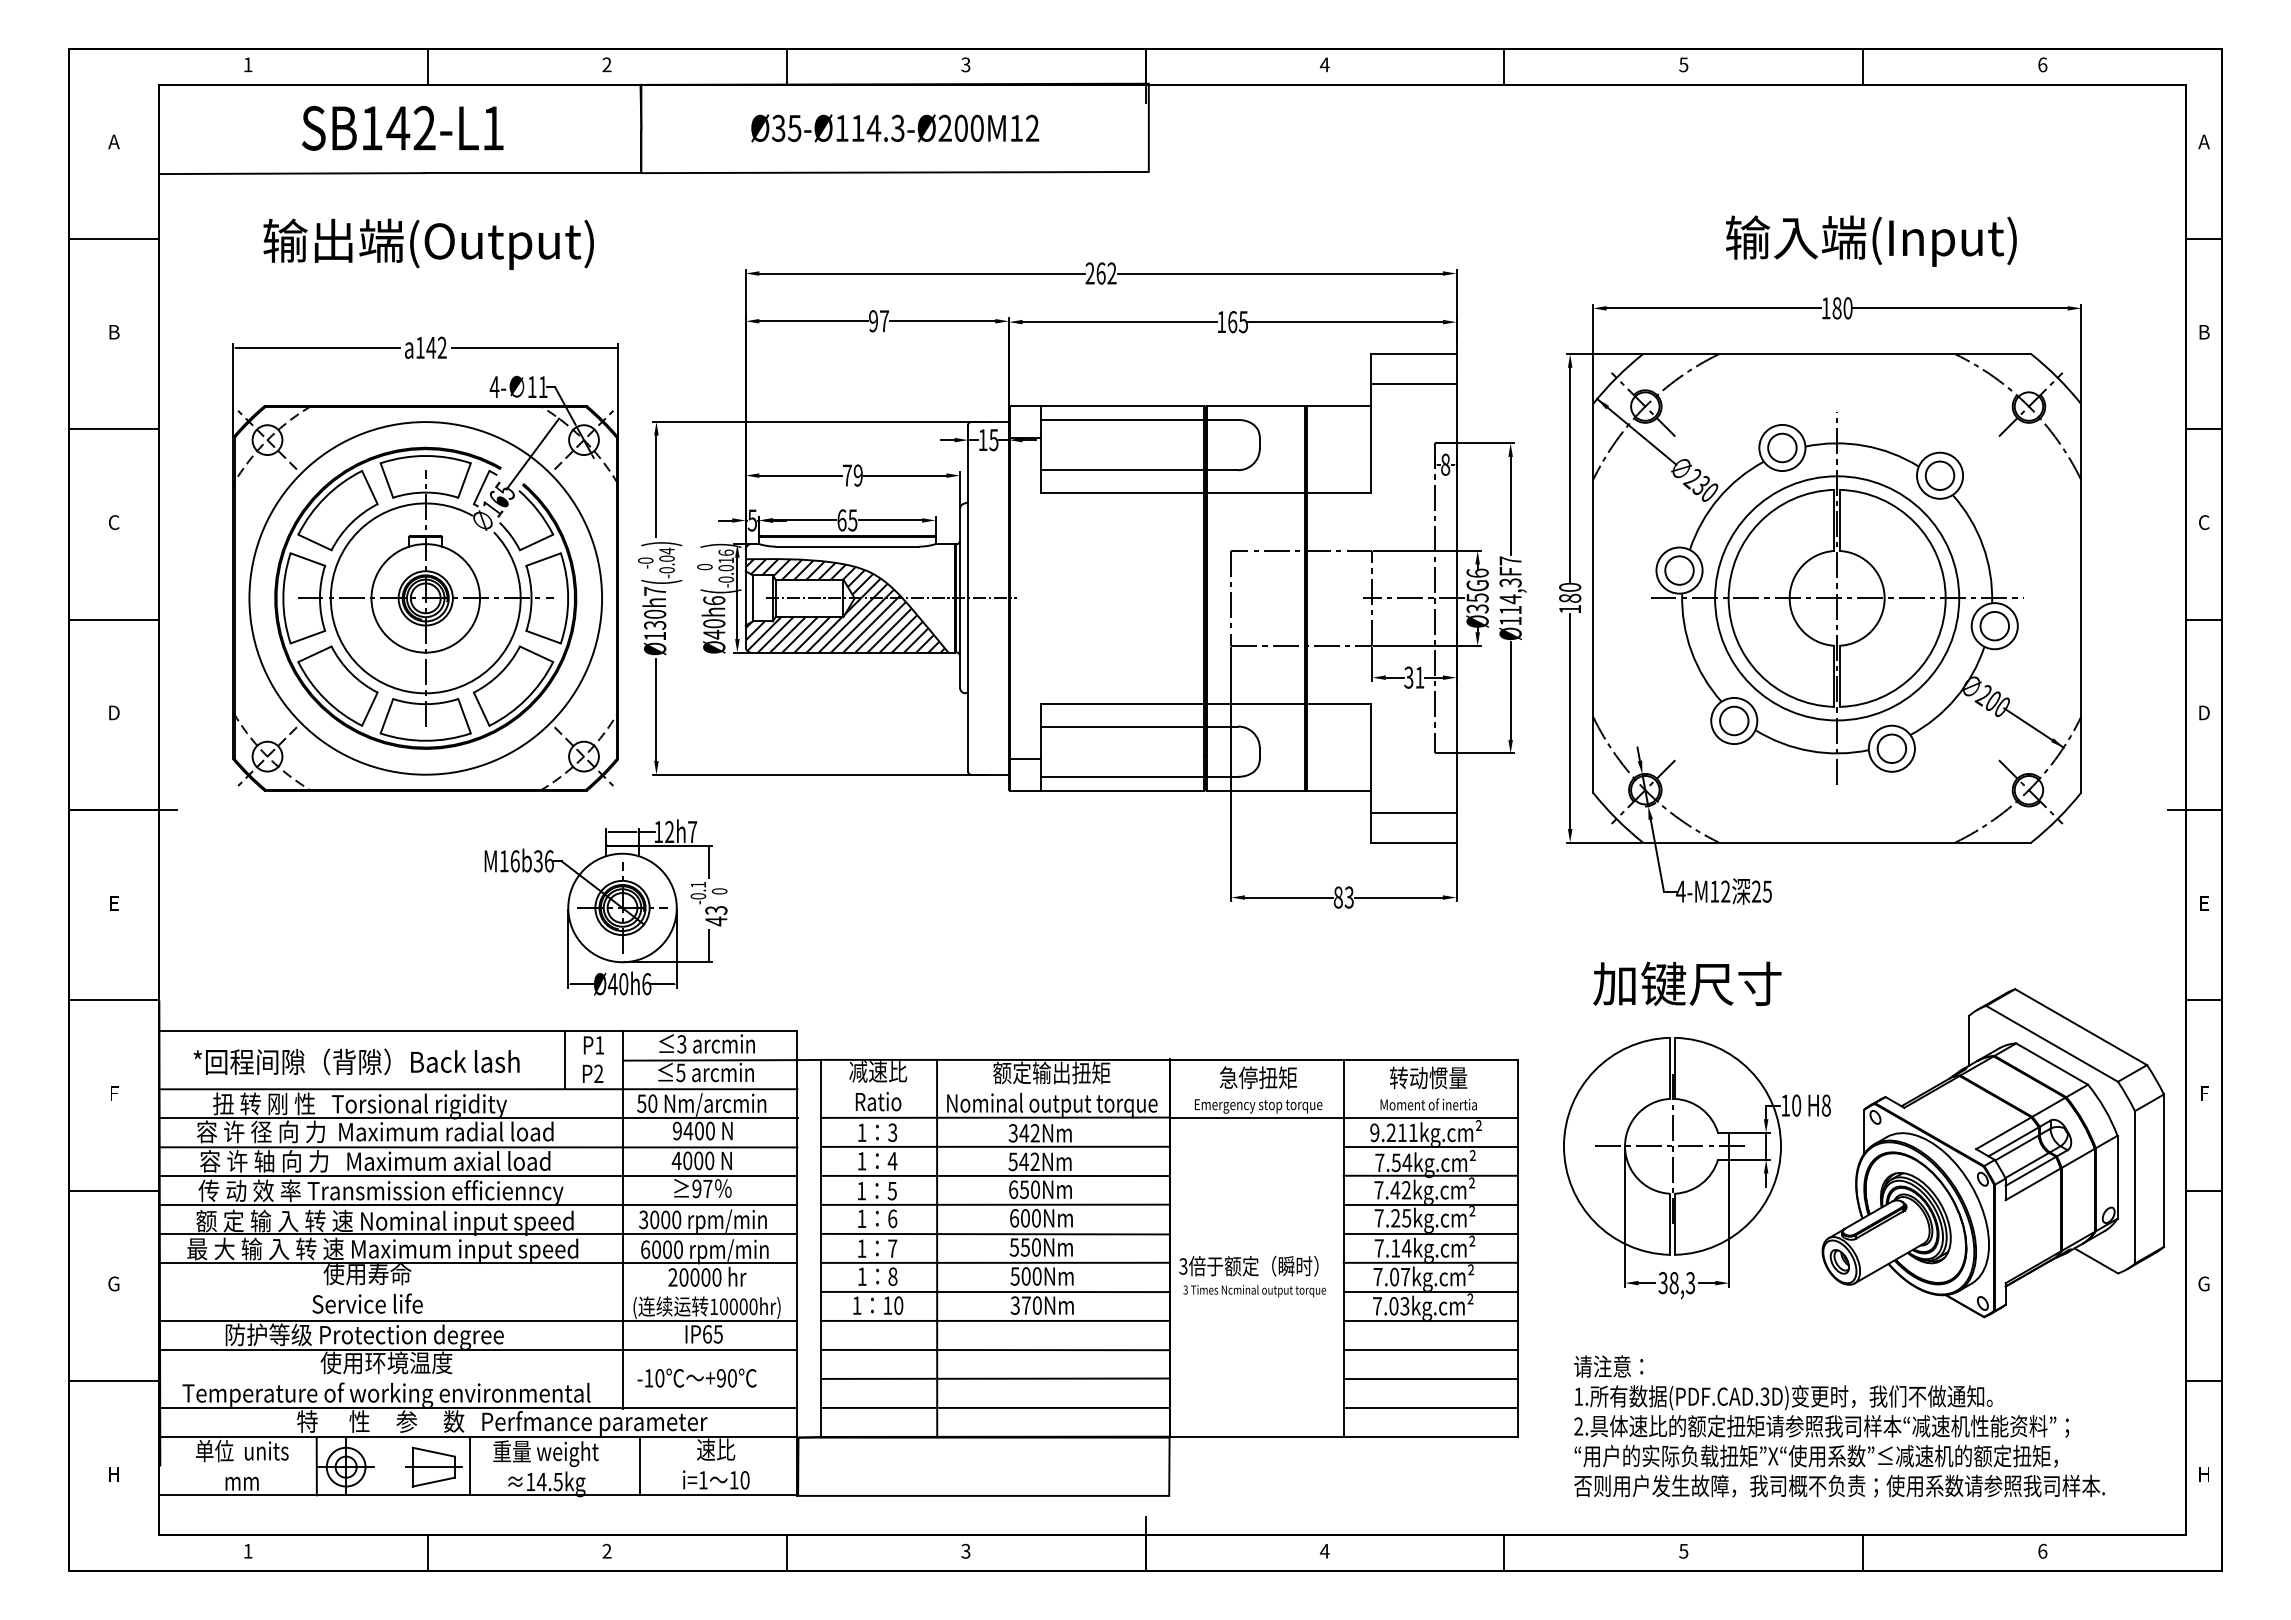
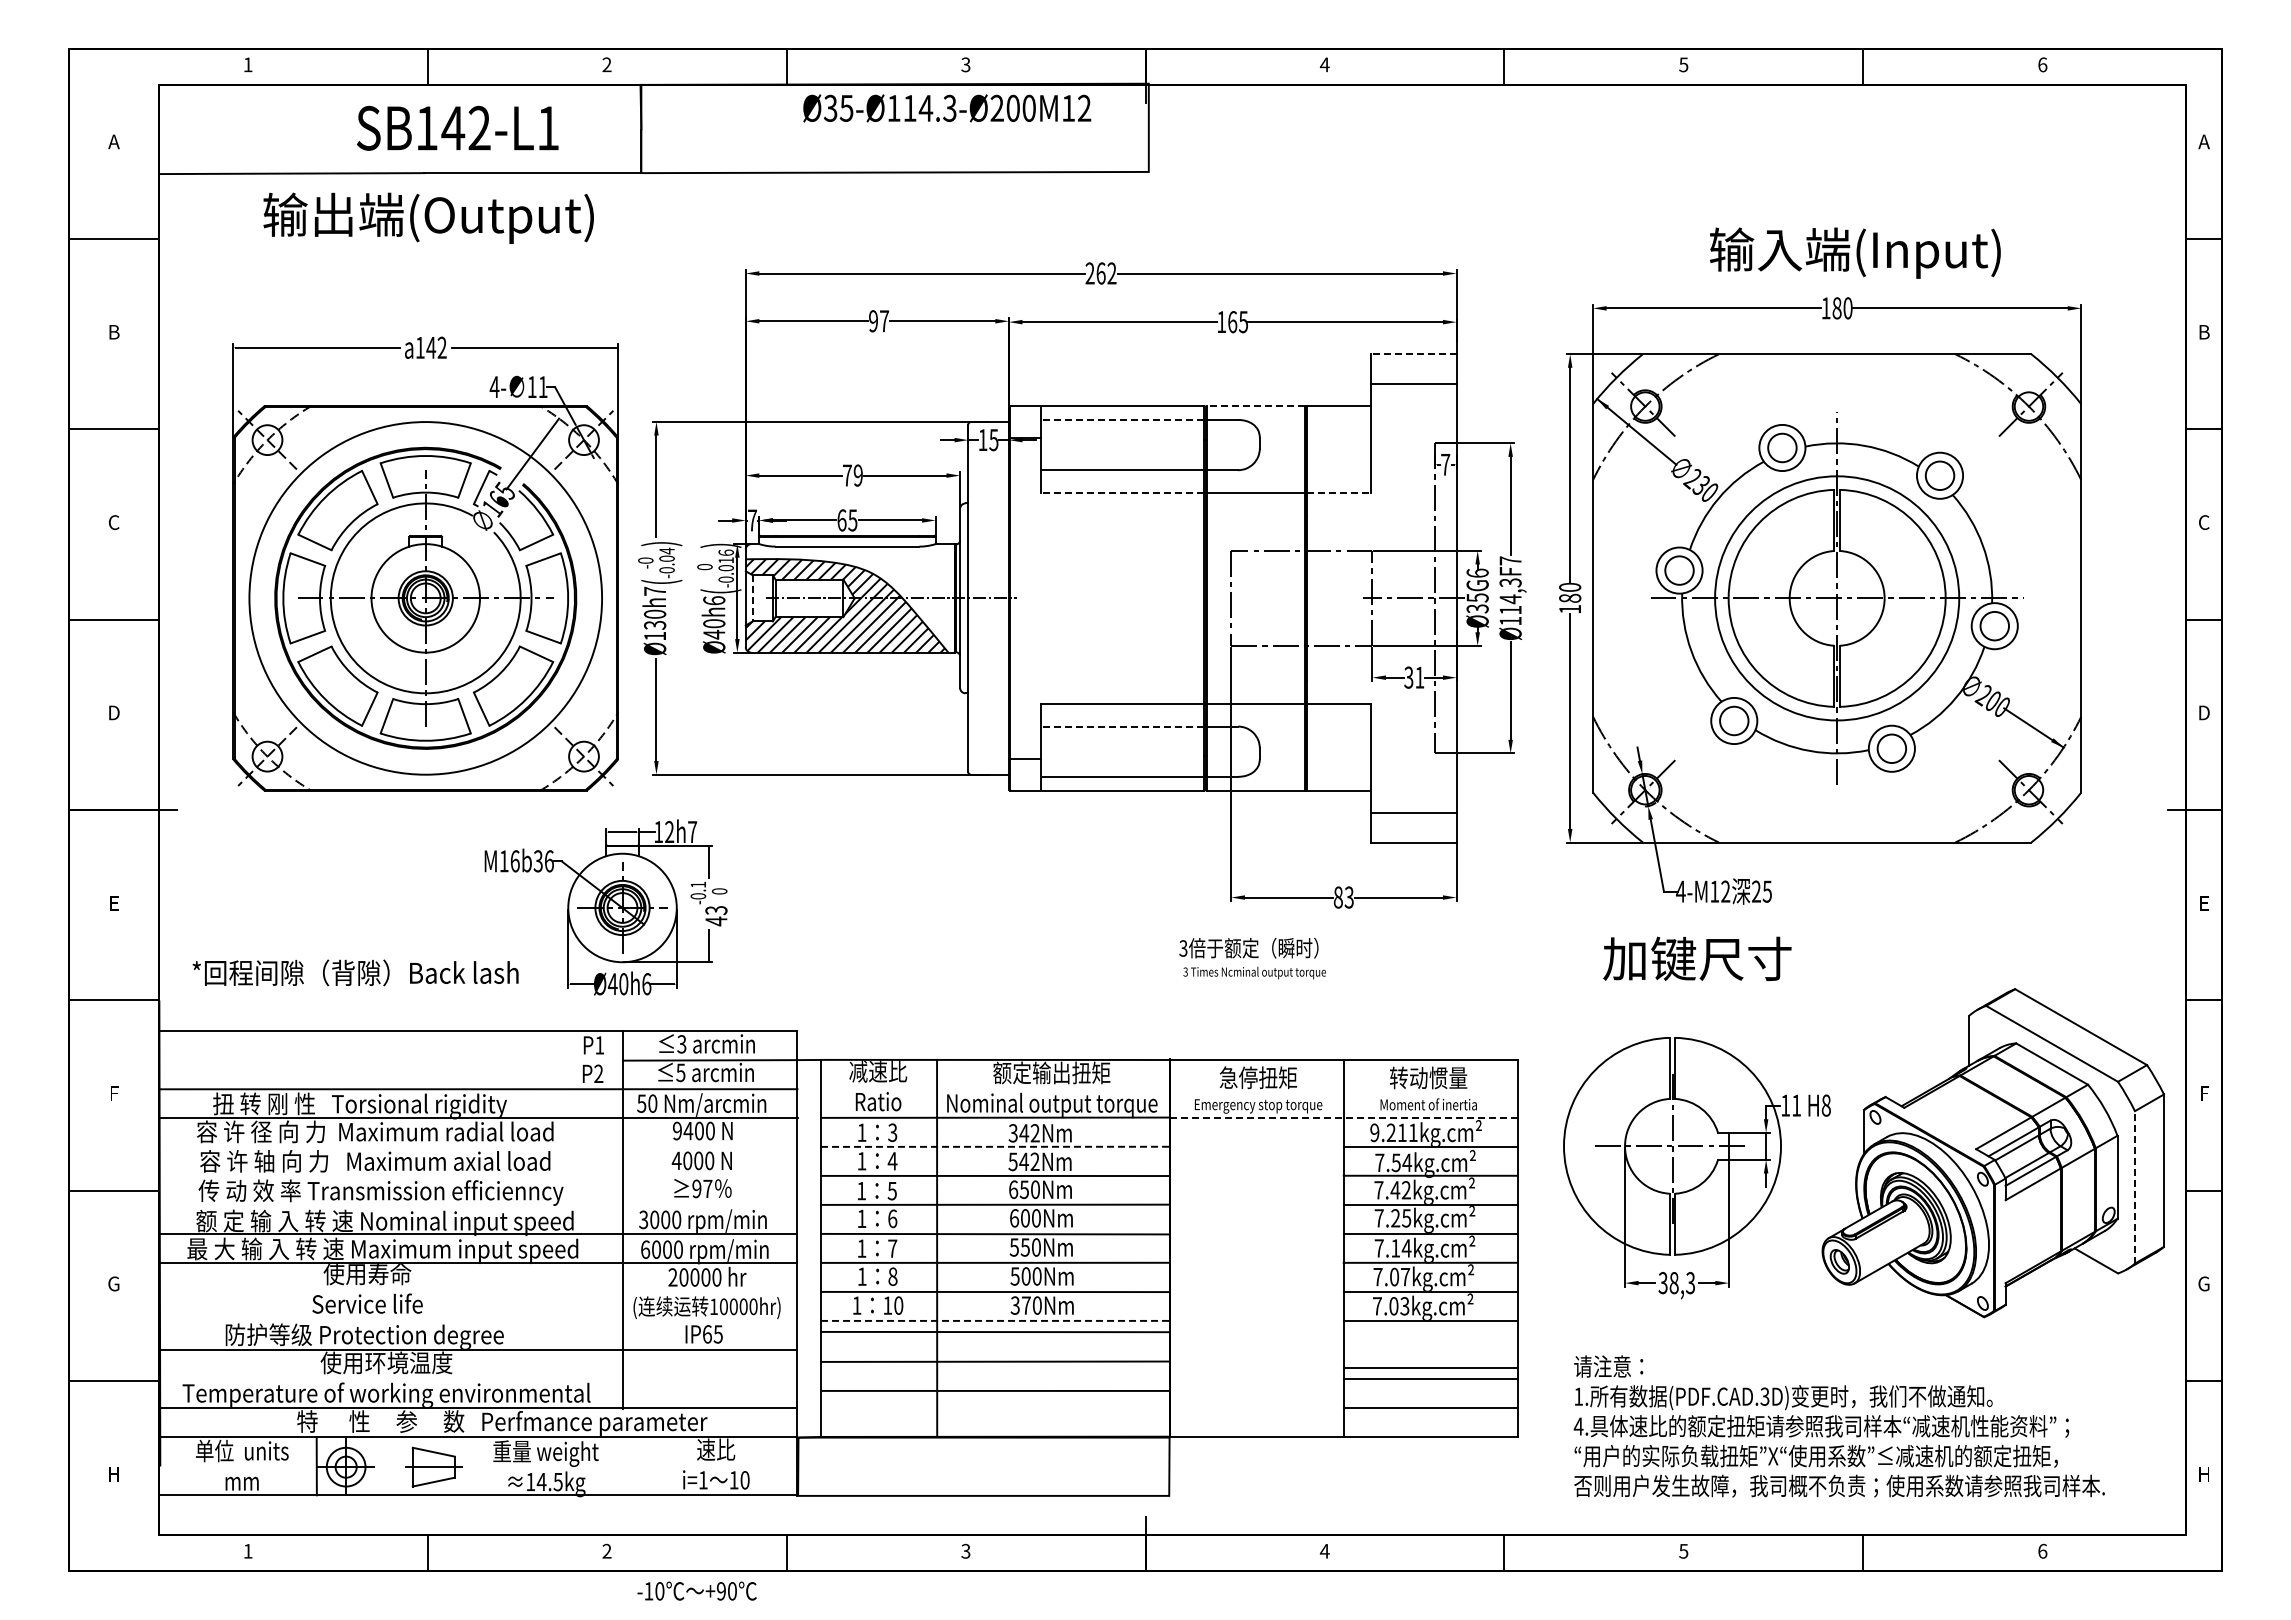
text at (402, 127) position: (402, 127) -> (457, 127)
text at (895, 128) position: (895, 128) -> (947, 108)
text at (1871, 240) position: (1871, 240) -> (1855, 252)
text at (428, 243) position: (428, 243) -> (428, 217)
line at (1413, 354): solid -> dashed
line at (1255, 405): solid -> dashed
line at (1122, 419): solid -> dashed
text at (1445, 464): 8 -> 7
line at (1122, 492): solid -> dashed
line at (1339, 492): solid -> dashed
text at (752, 520): 5 -> 7
line at (752, 598): solid -> dashed
line at (1122, 726): solid -> dashed
text at (1687, 983) position: (1687, 983) -> (1697, 958)
line at (564, 1060): present -> none
text at (356, 1061) position: (356, 1061) -> (355, 972)
text at (1796, 1105): 10 -> 11
line at (1344, 1117): solid -> dashed
line at (995, 1146): solid -> dashed
line at (478, 1147): present -> none
line at (478, 1176): present -> none
line at (2134, 1186): solid -> dashed
line at (478, 1205): present -> none
text at (1252, 1276) position: (1252, 1276) -> (1252, 958)
line at (995, 1320): solid -> dashed
line at (478, 1321): present -> none
line at (995, 1349) position: (995, 1349) -> (995, 1331)
line at (1430, 1349) position: (1430, 1349) -> (1430, 1367)
text at (696, 1377) position: (696, 1377) -> (696, 1590)
line at (995, 1378) position: (995, 1378) -> (995, 1361)
line at (995, 1407) position: (995, 1407) -> (995, 1390)
text at (1578, 1426): 2. -> 4.
line at (470, 1466): present -> none
line at (640, 1466): present -> none
